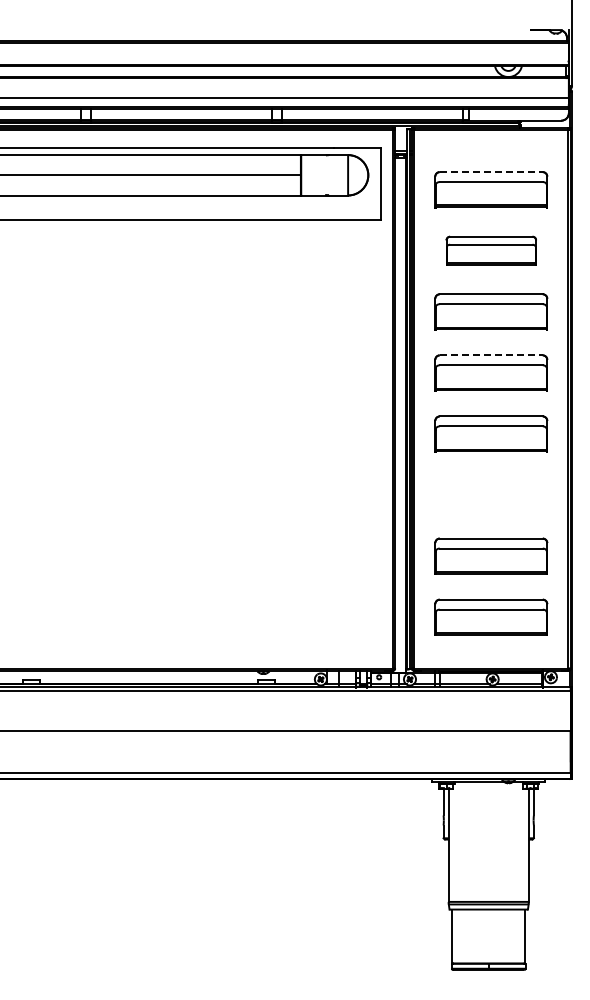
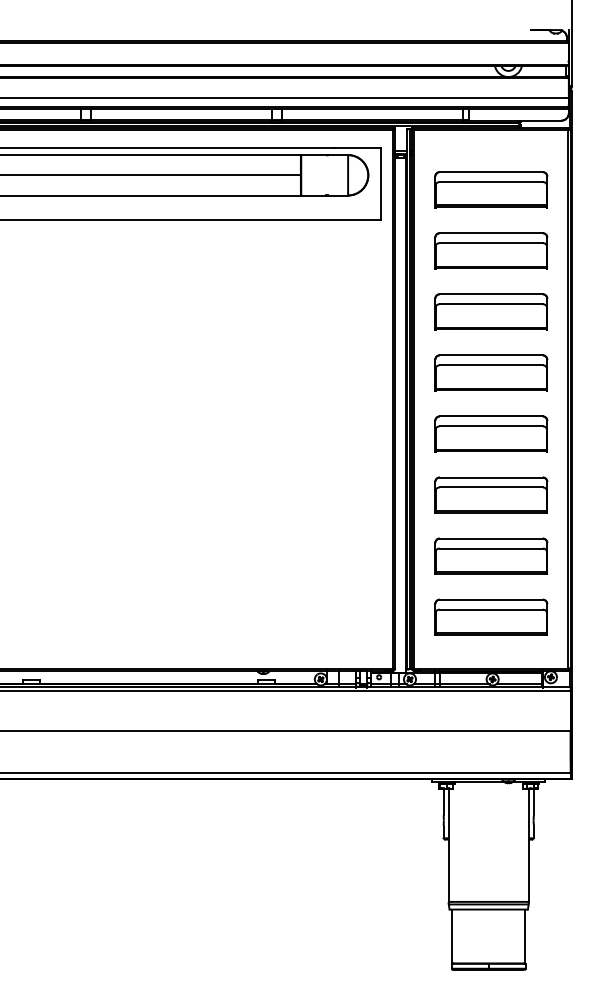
line at (491, 172): dashed -> solid
part at (490, 250) size: 92x31 px -> 115x38 px
line at (491, 355): dashed -> solid
part at (491, 494): none -> present
